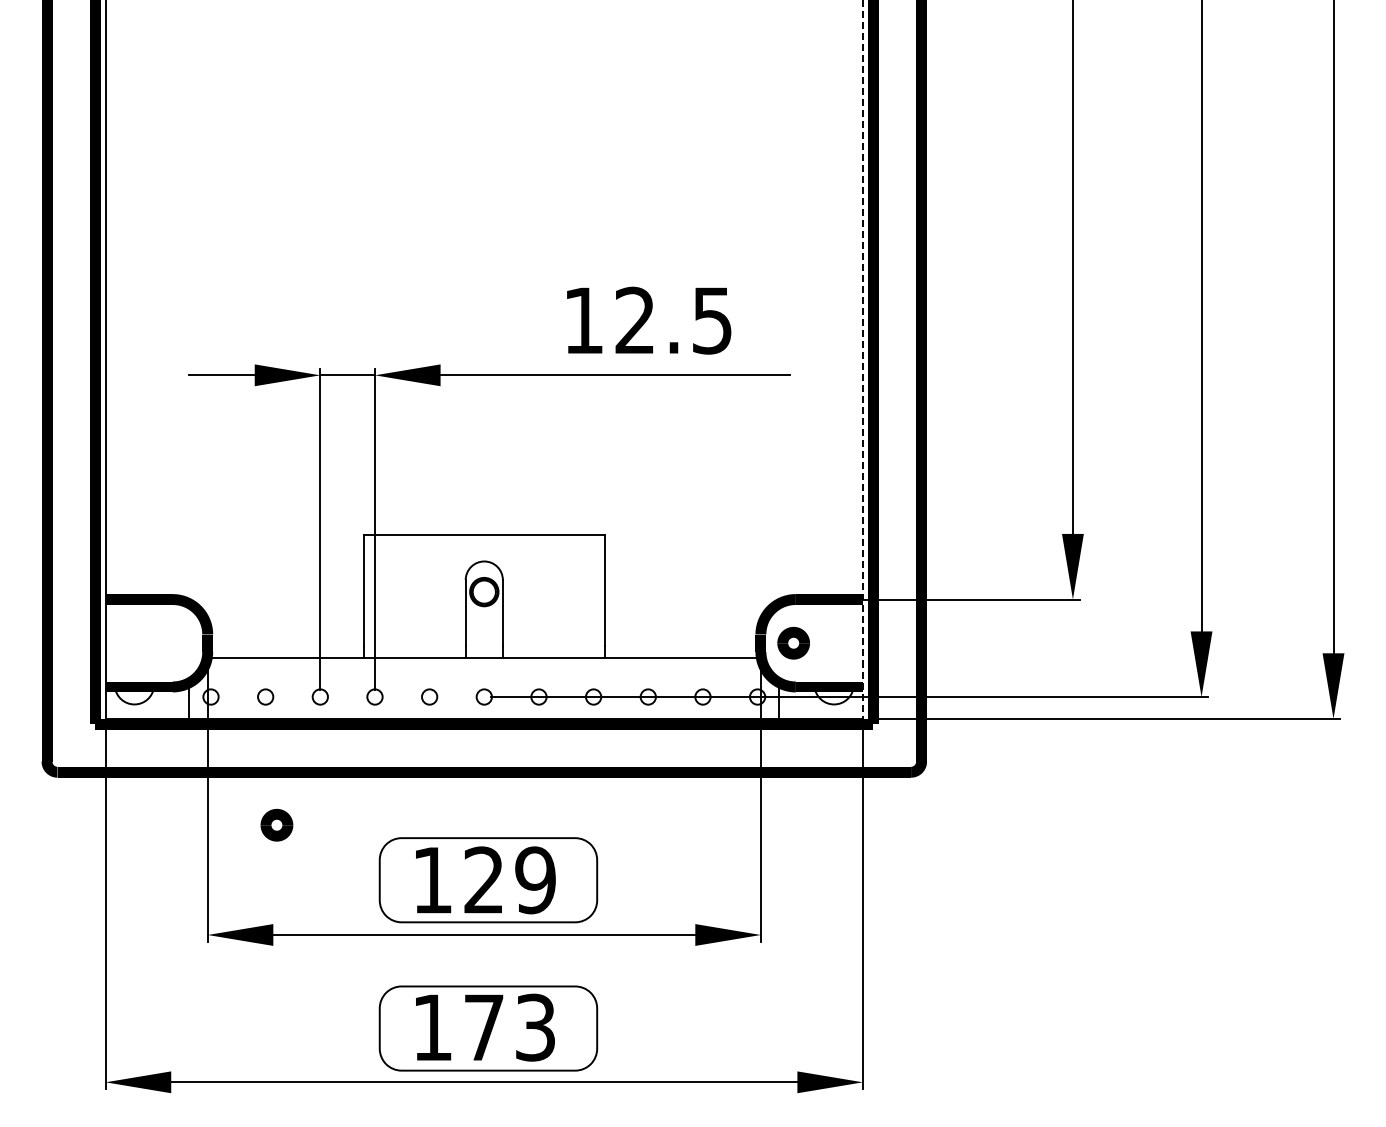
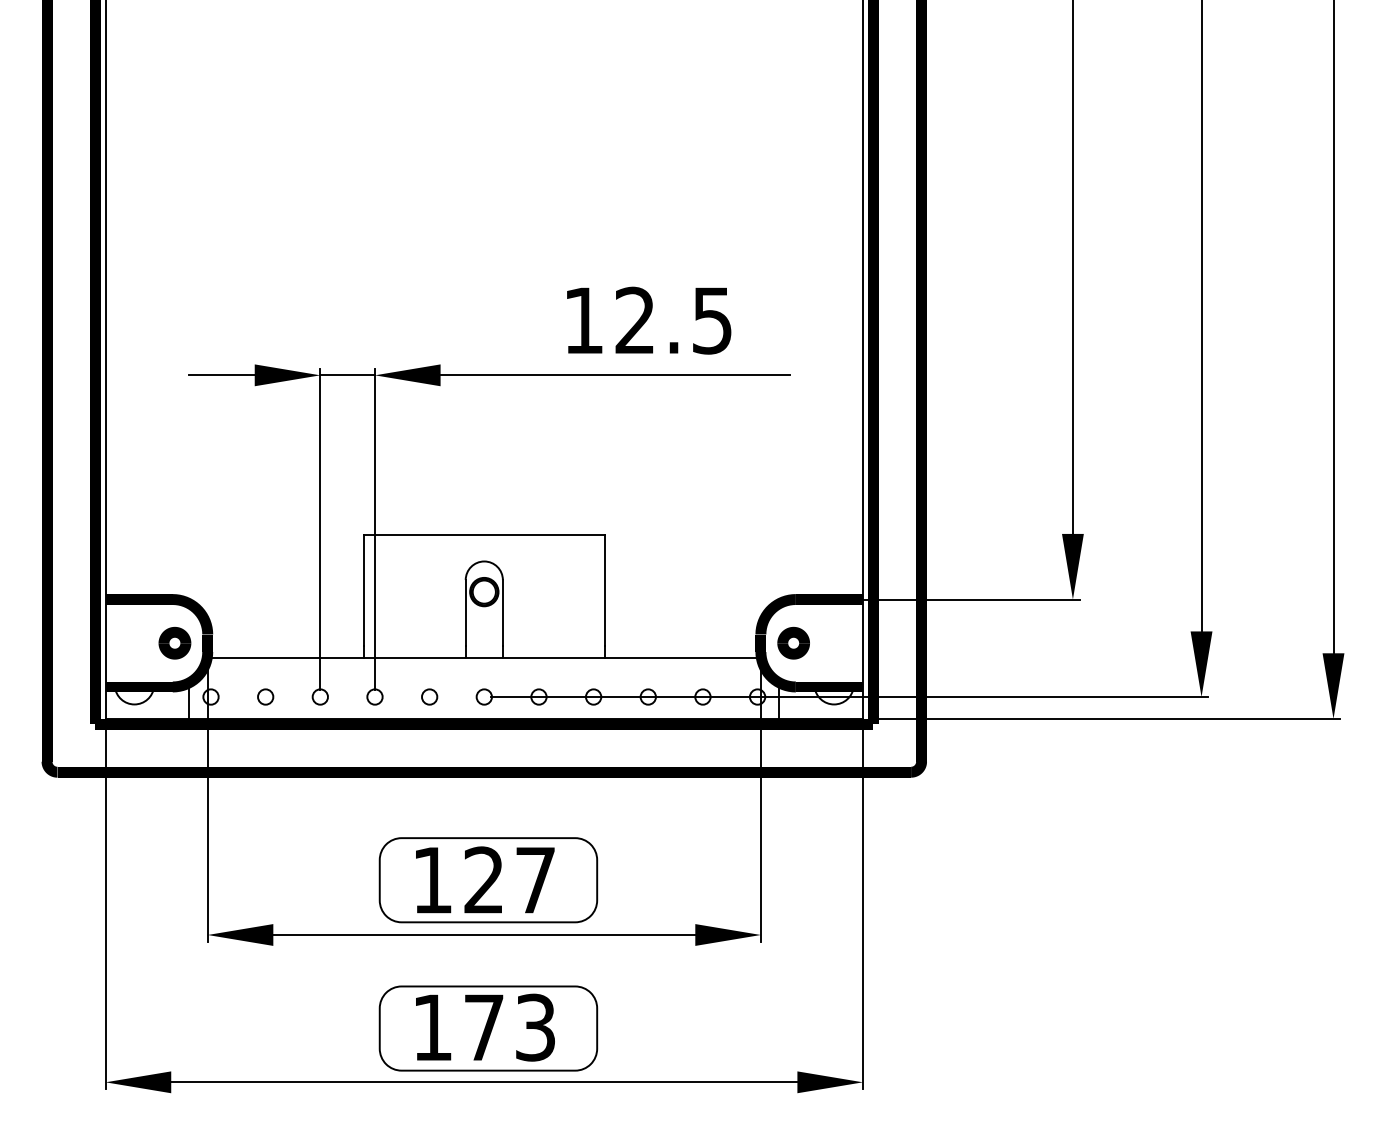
line at (862, 360): dashed -> solid
part at (276, 824) position: (276, 824) -> (174, 642)
text at (535, 880): 129 -> 127
